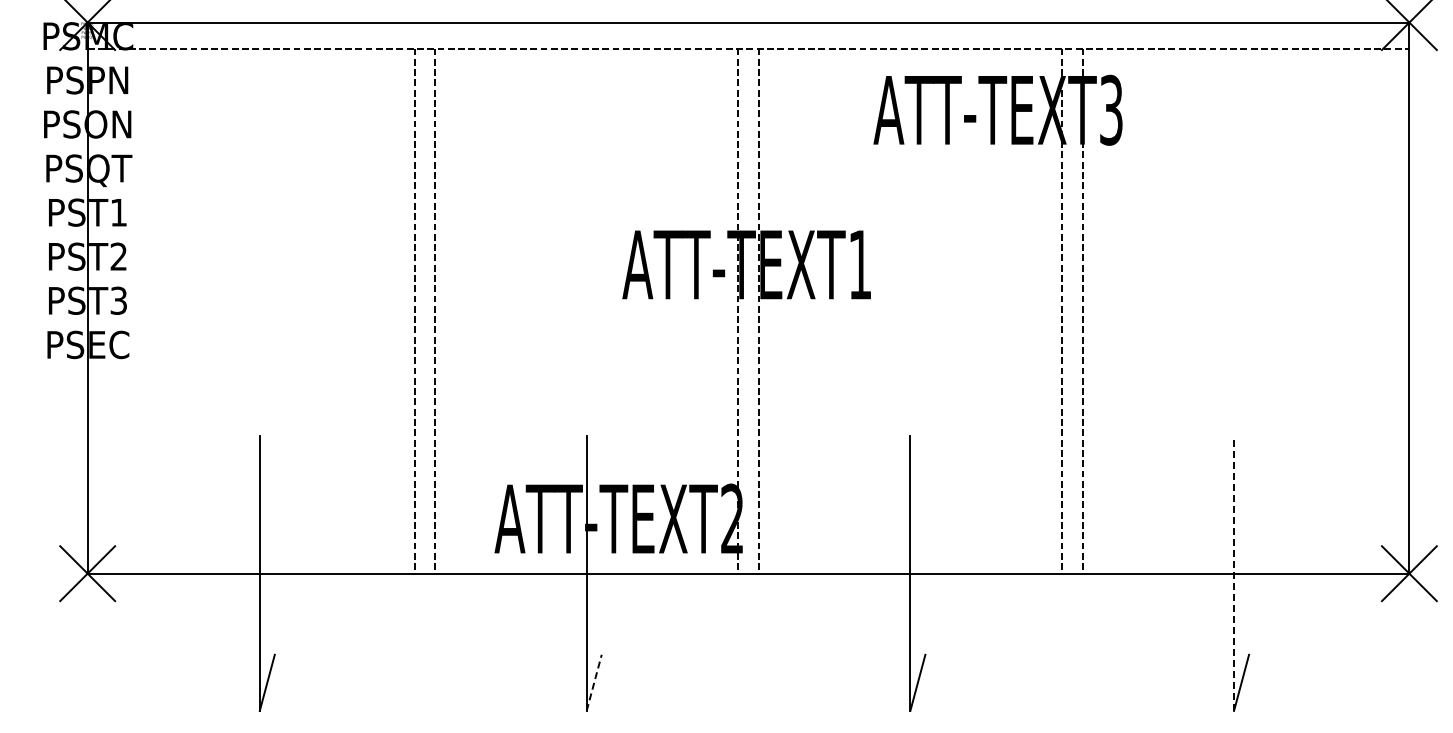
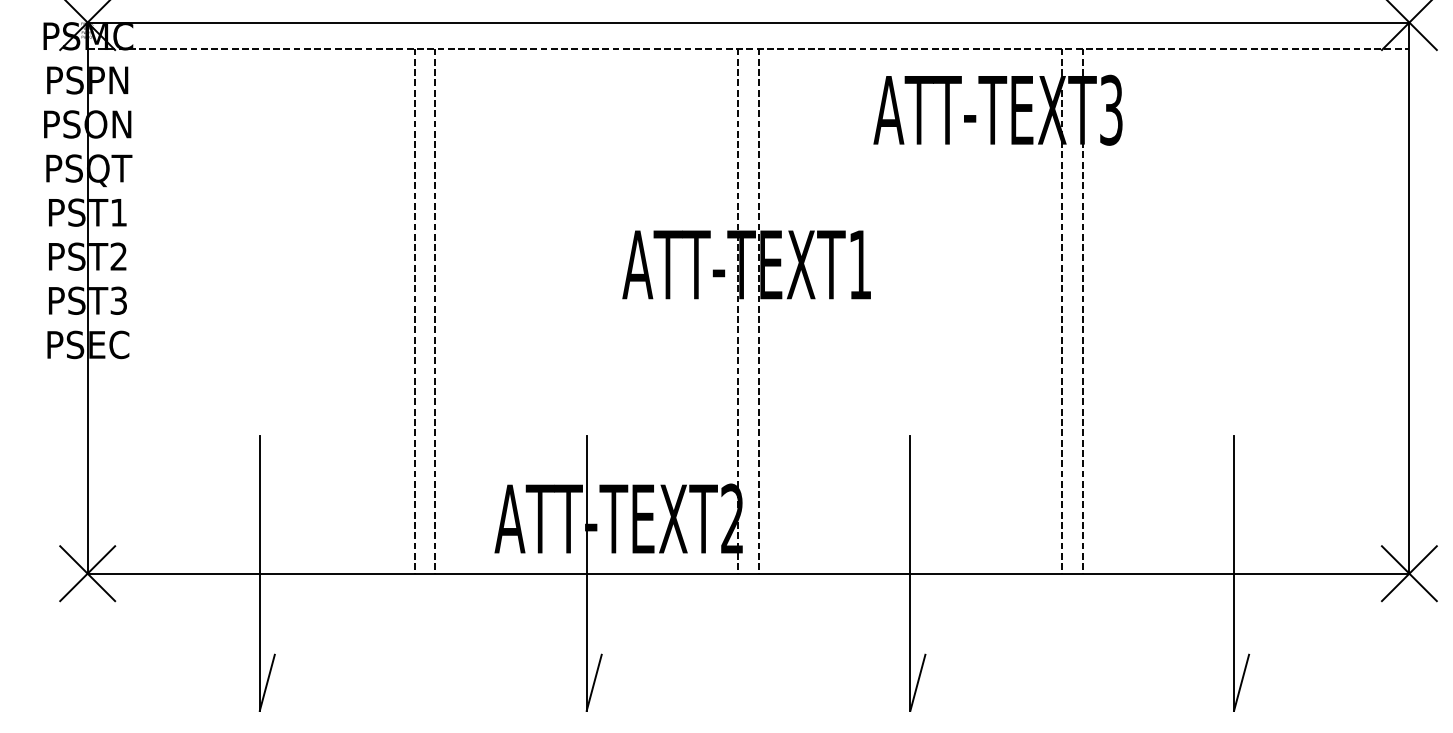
line at (1234, 573): dashed -> solid
line at (594, 682): dashed -> solid
